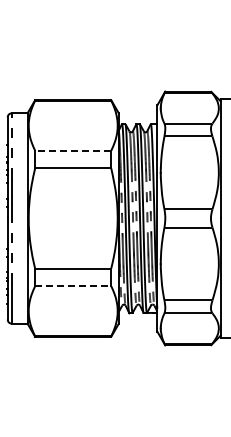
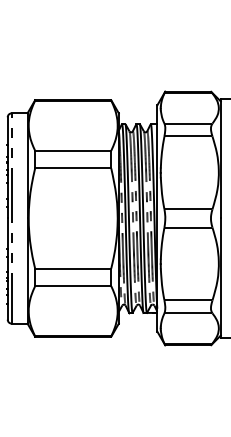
line at (72, 150): dashed -> solid
line at (73, 286): dashed -> solid
